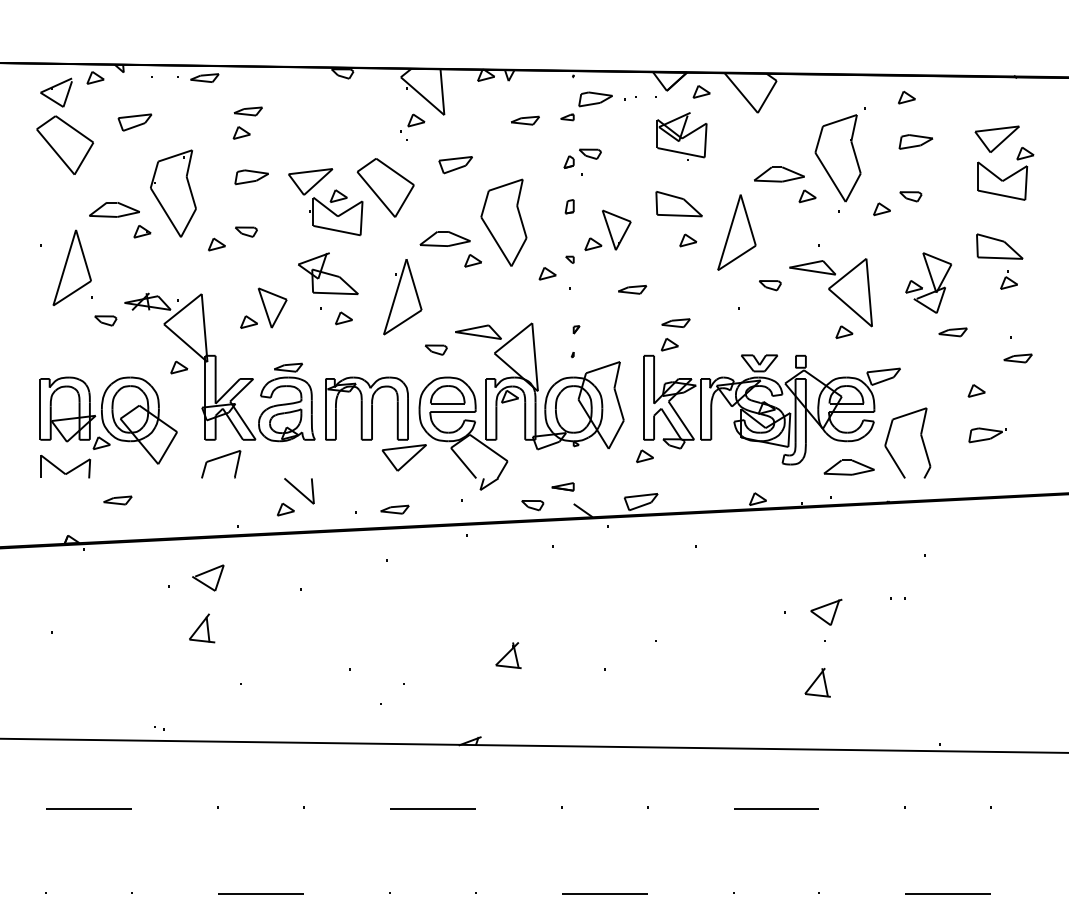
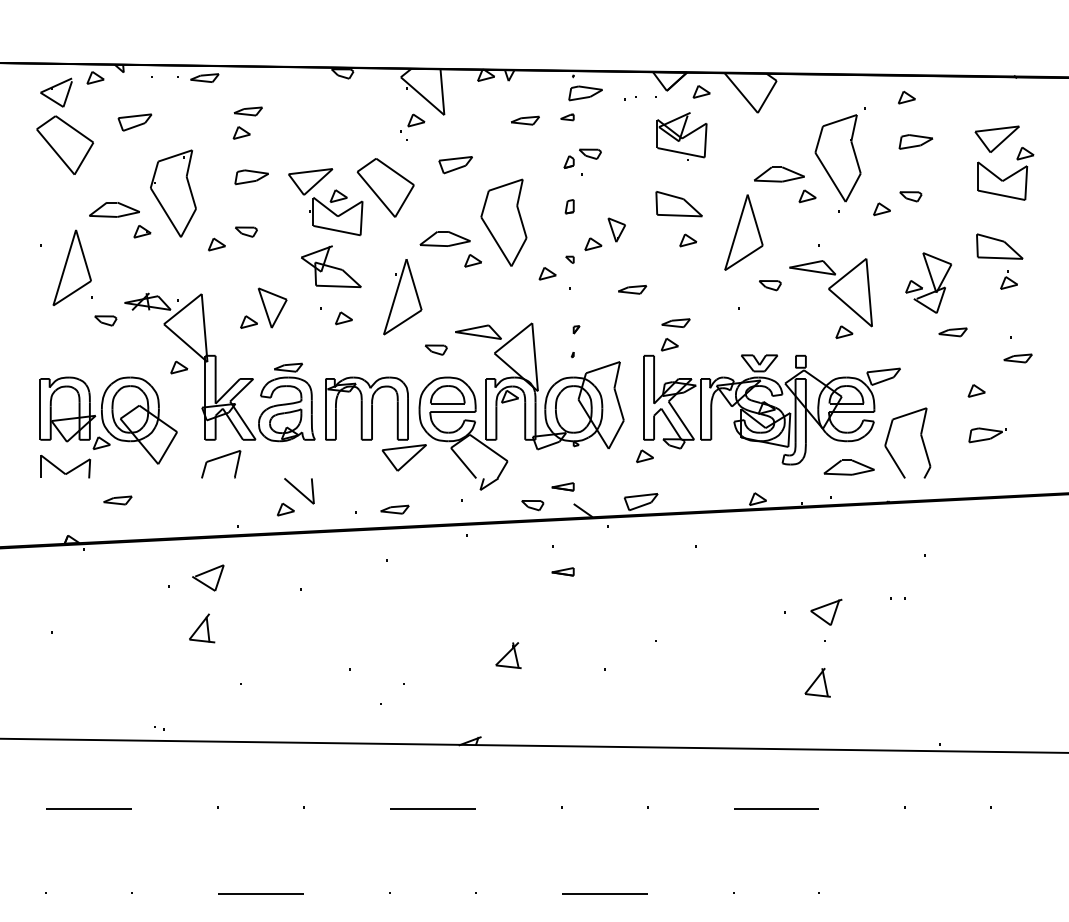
part at (595, 99) position: (595, 99) -> (585, 93)
part at (616, 229) size: 30x42 px -> 19x26 px
part at (736, 232) position: (736, 232) -> (743, 232)
part at (328, 273) position: (328, 273) -> (331, 266)
part at (562, 571): none -> present
line at (947, 893): present -> none
